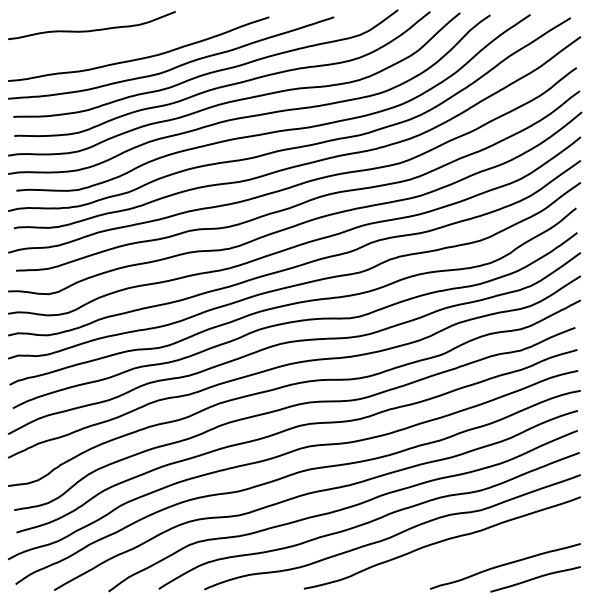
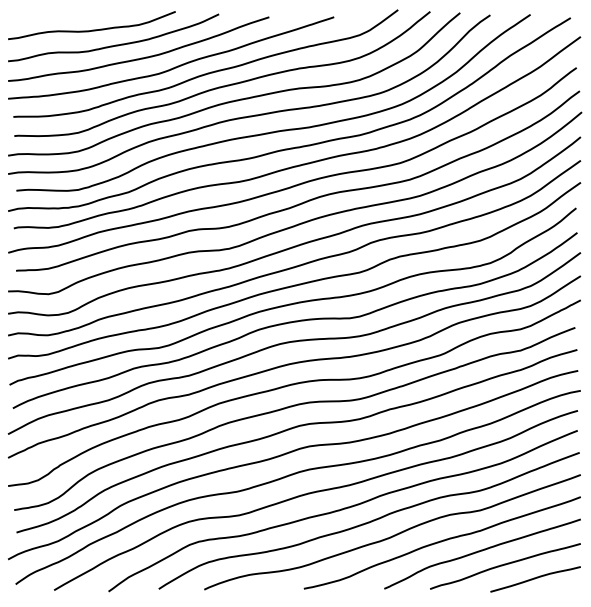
curve at (115, 44): none -> present
curve at (482, 551): none -> present
